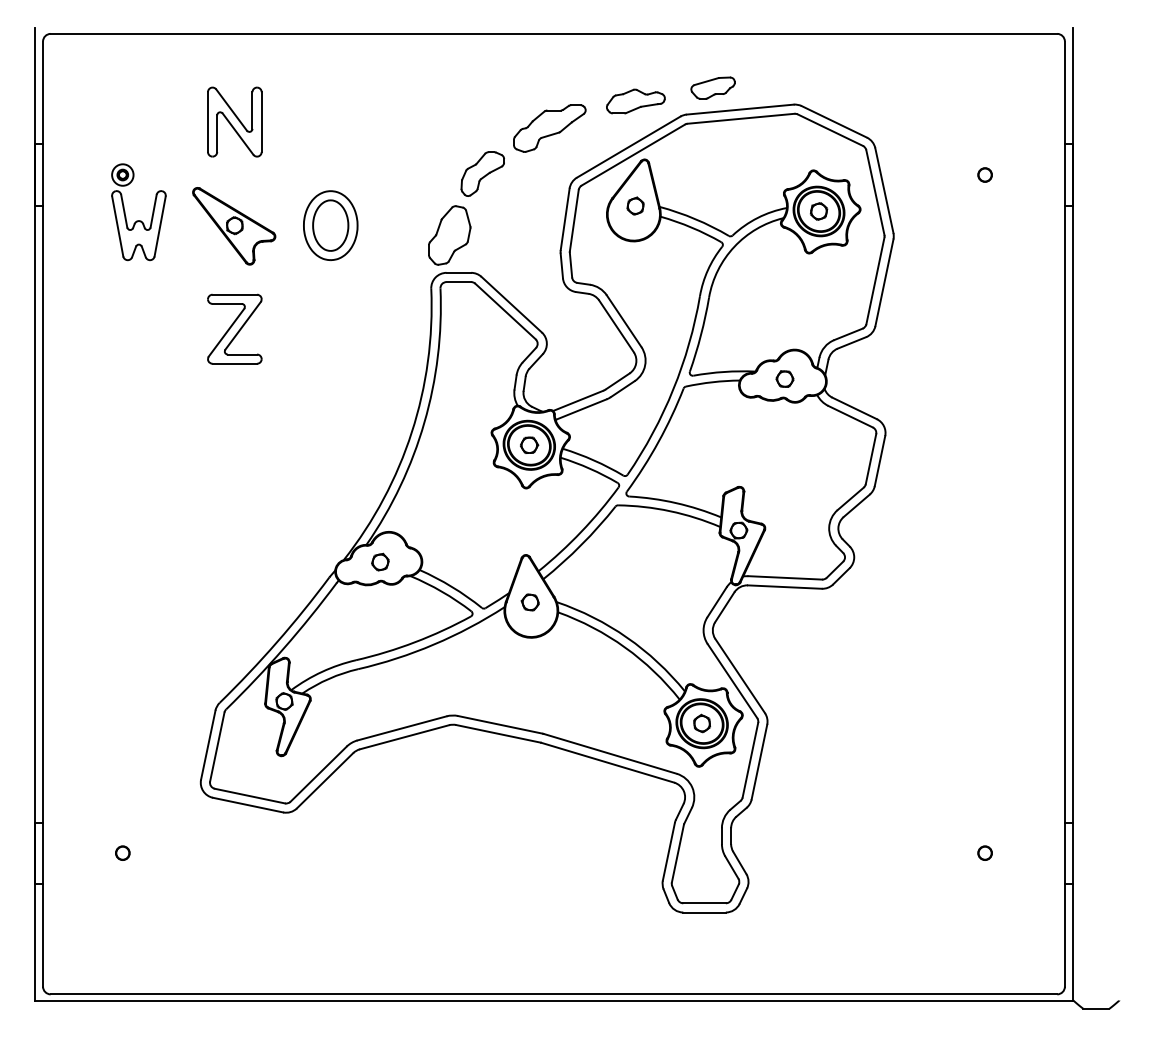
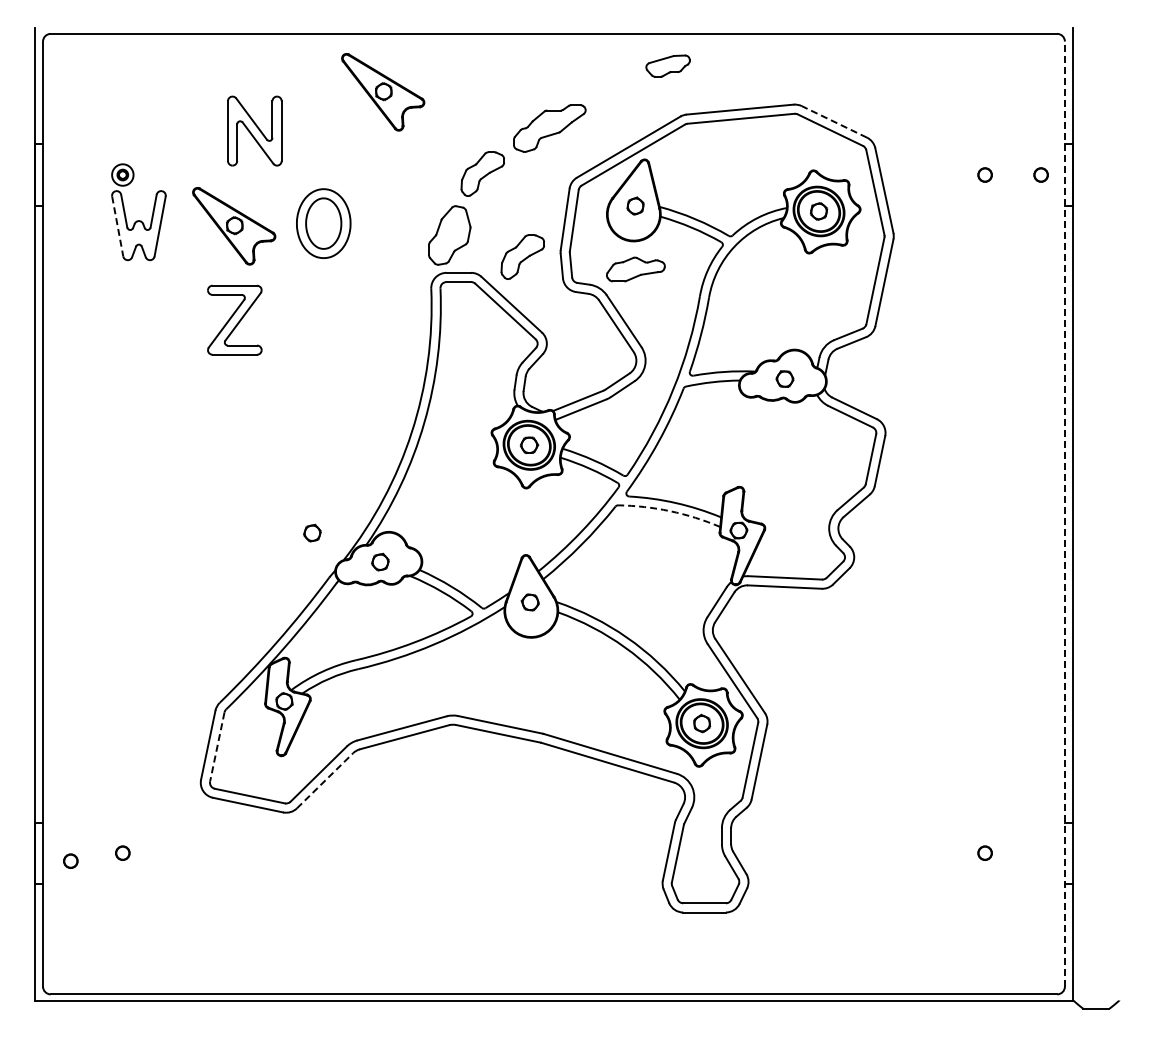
part at (712, 87) position: (712, 87) -> (667, 65)
part at (383, 92): none -> present
part at (635, 101) position: (635, 101) -> (635, 269)
part at (234, 121) position: (234, 121) -> (254, 130)
line at (833, 121): solid -> dashed
circle at (1040, 174): none -> present
part at (330, 225) position: (330, 225) -> (323, 223)
line at (117, 226): solid -> dashed
part at (522, 256): none -> present
part at (234, 328) position: (234, 328) -> (234, 319)
arc at (670, 511): solid -> dashed
line at (1064, 514): solid -> dashed
part at (312, 532): none -> present
line at (217, 747): solid -> dashed
line at (325, 780): solid -> dashed
circle at (70, 860): none -> present
